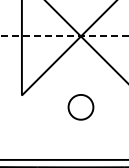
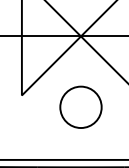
line at (65, 36): dashed -> solid
circle at (80, 106) diameter: 25 px -> 41 px
